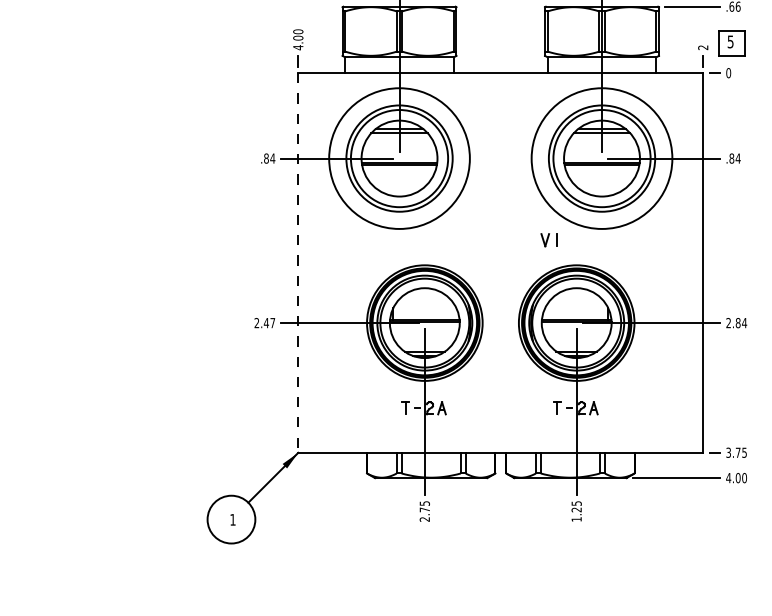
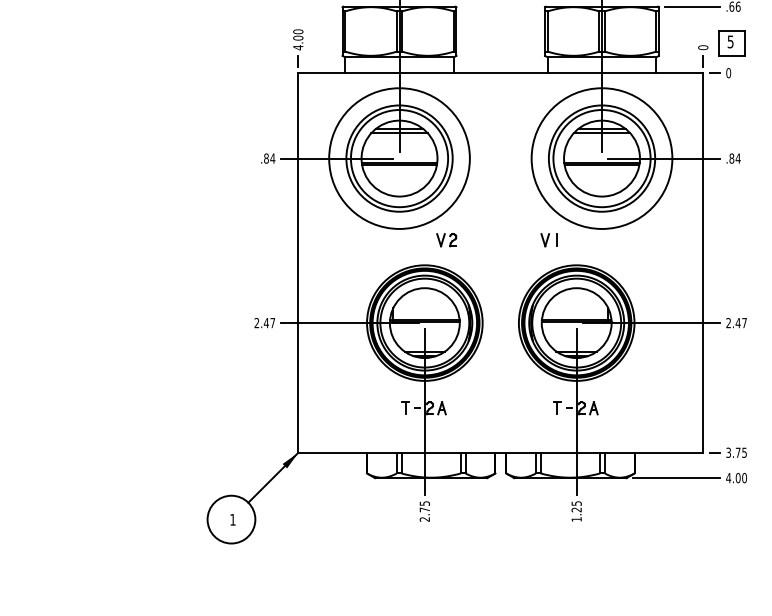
text at (703, 47): 2 -> 0
part at (446, 240): none -> present
line at (298, 262): dashed -> solid
text at (741, 323): 2.84 -> 2.47
